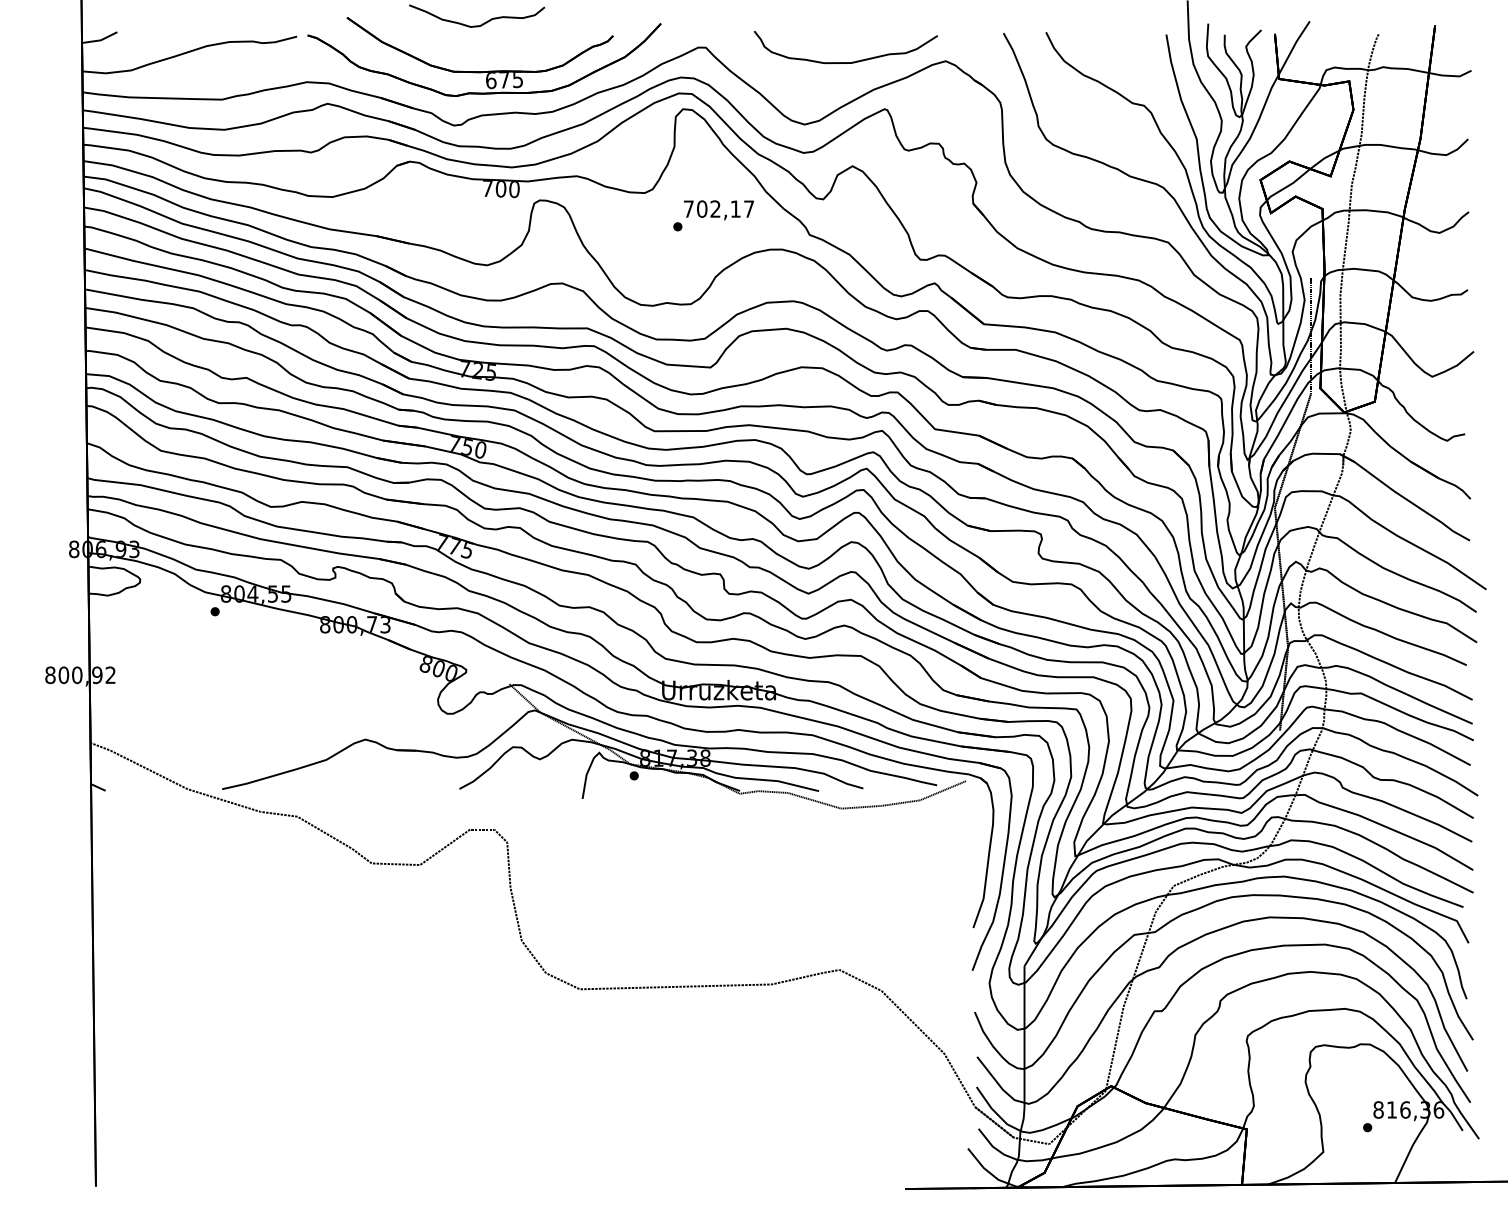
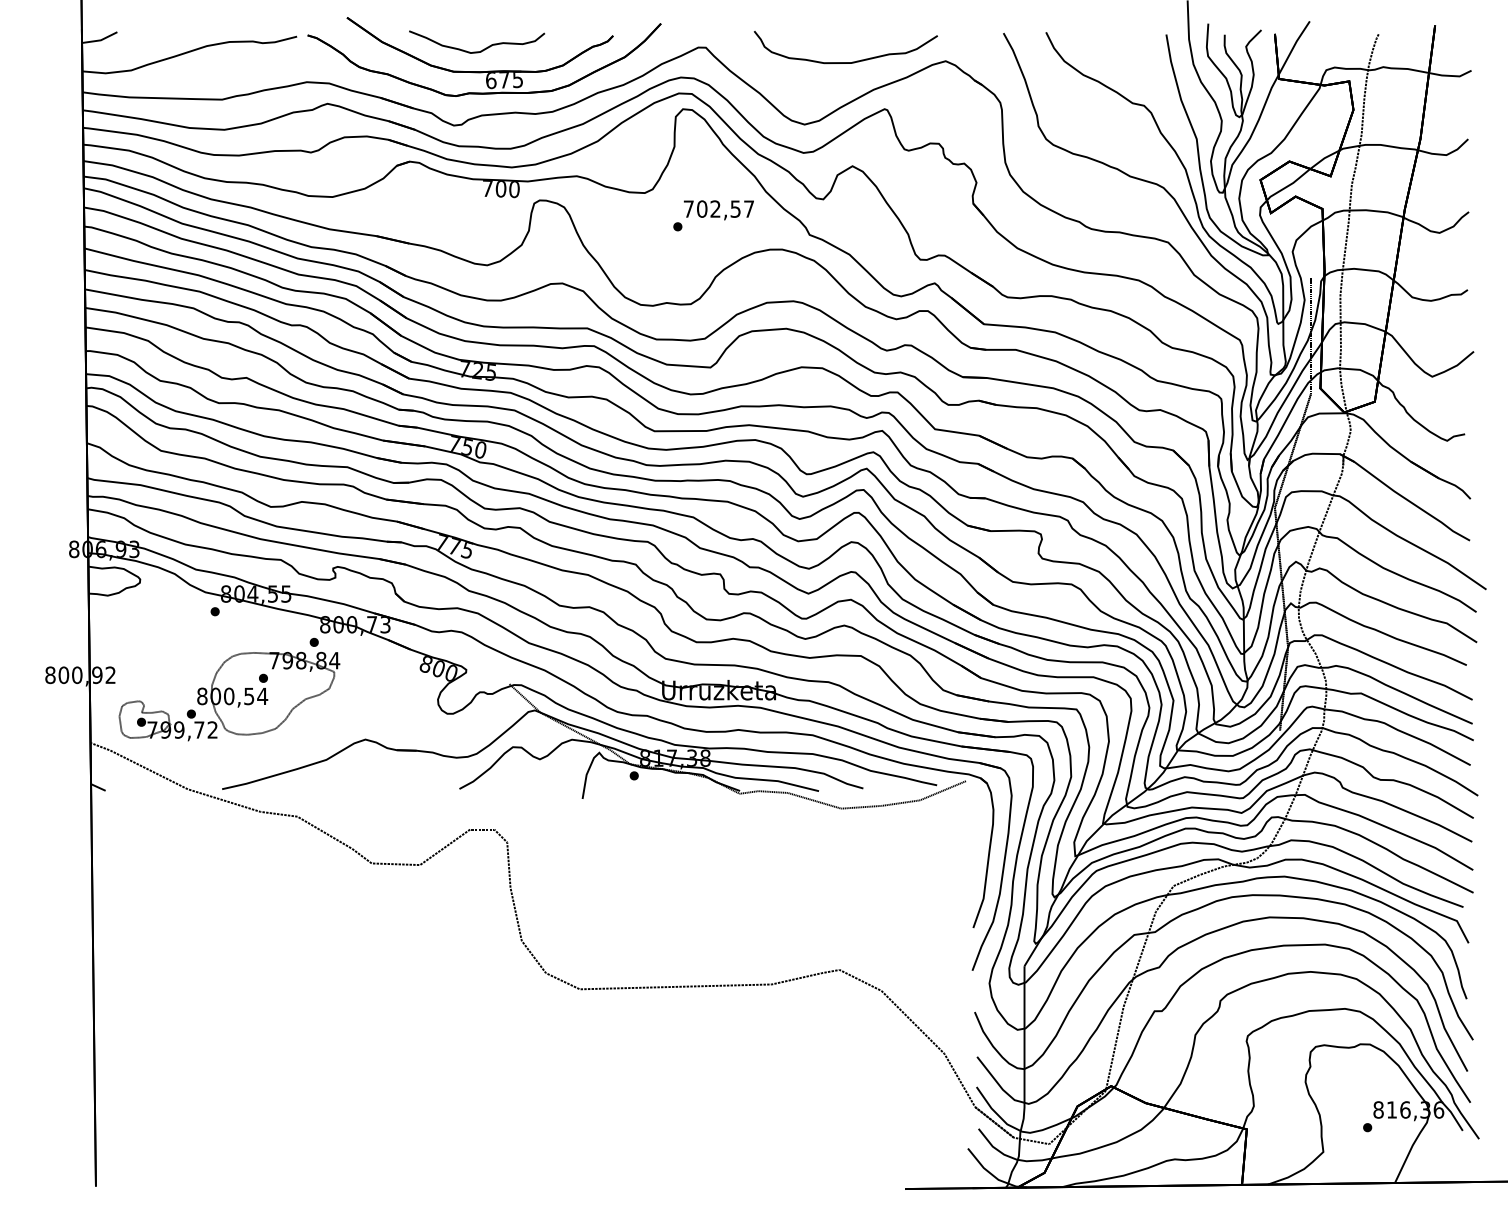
curve at (482, 23) position: (482, 23) -> (482, 49)
text at (735, 208): 702,17 -> 702,57
part at (229, 689): none -> present
